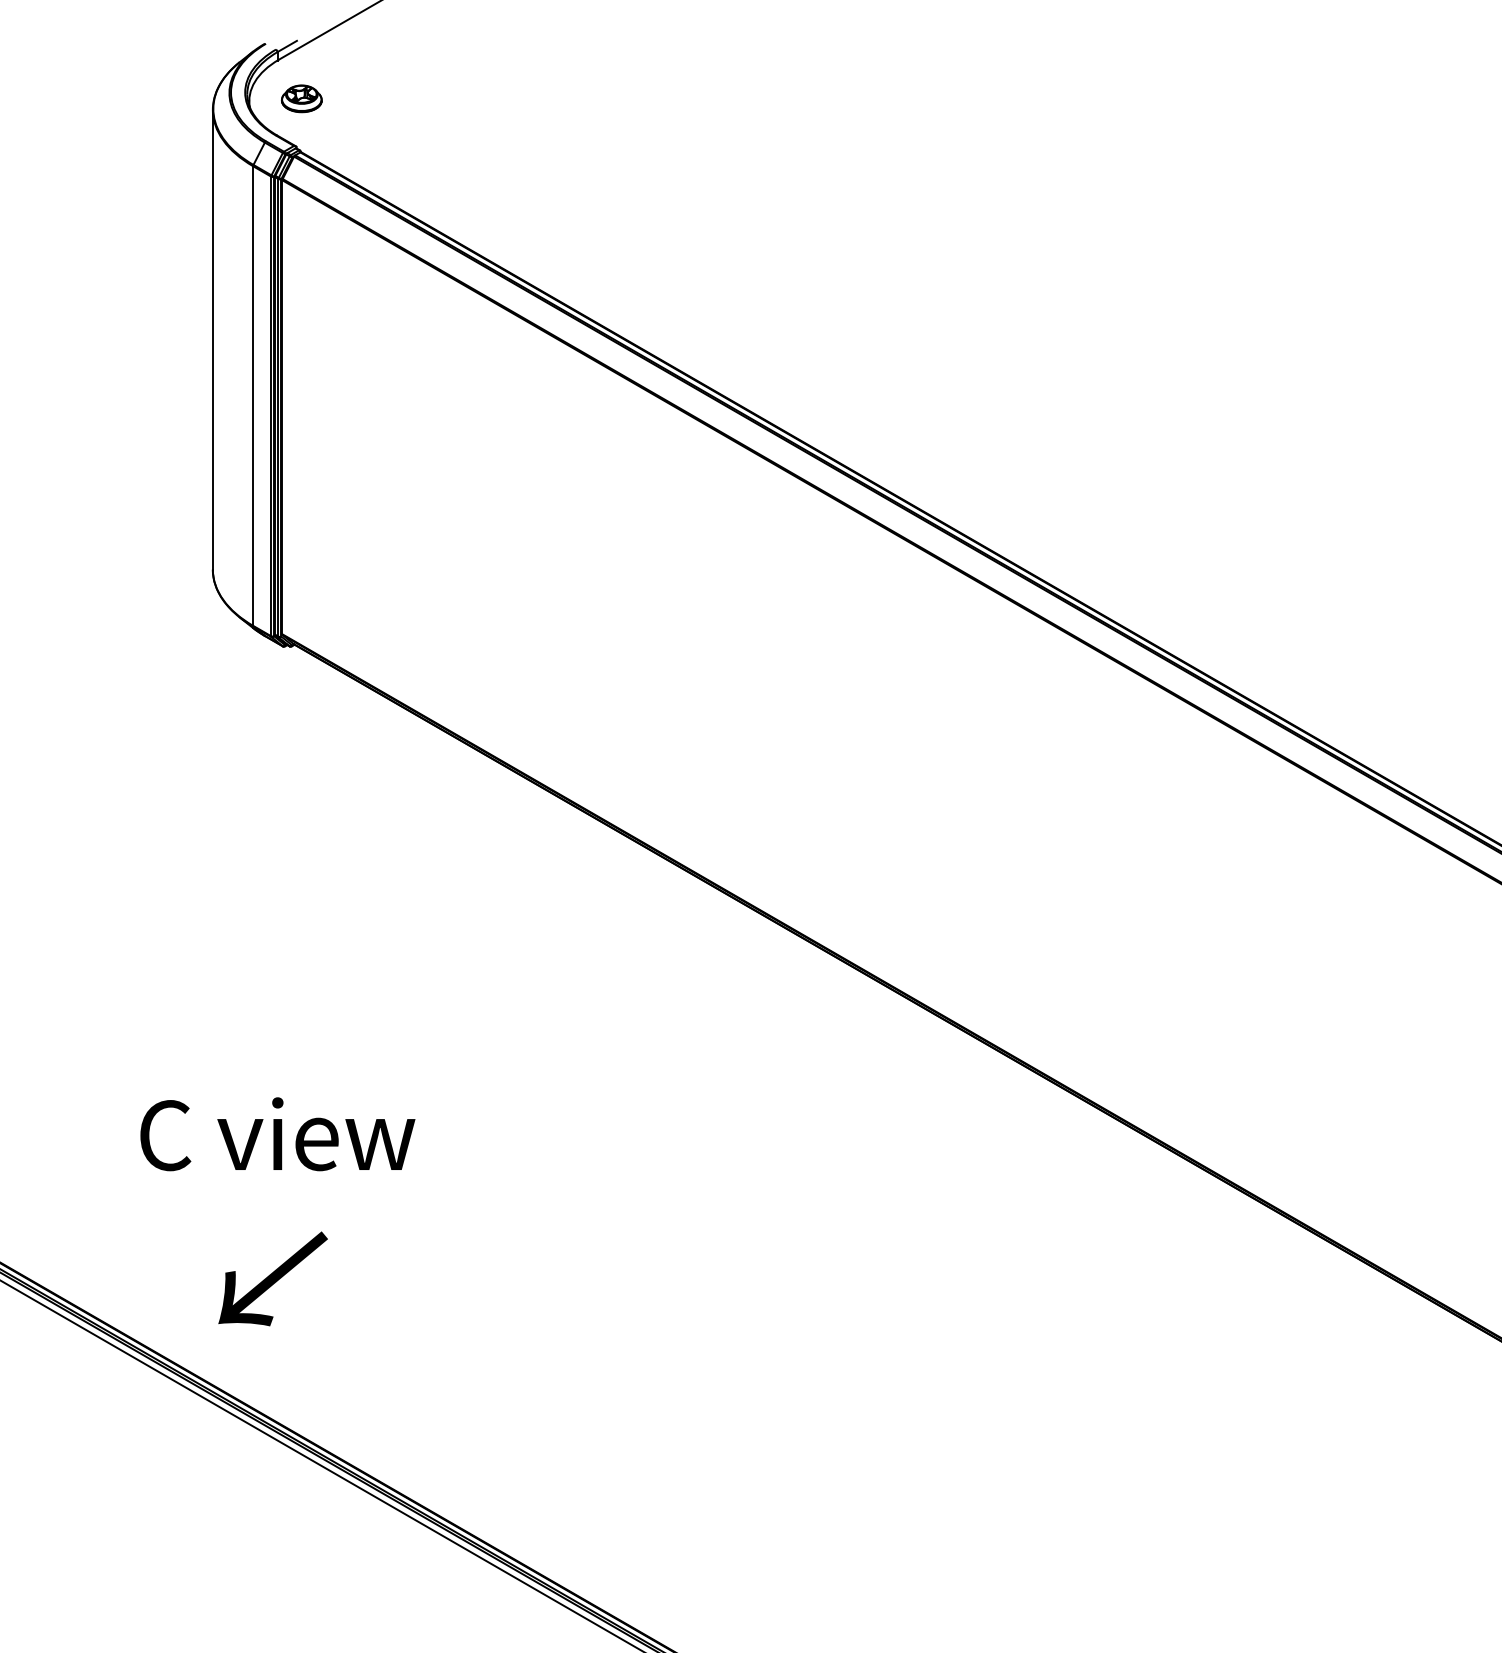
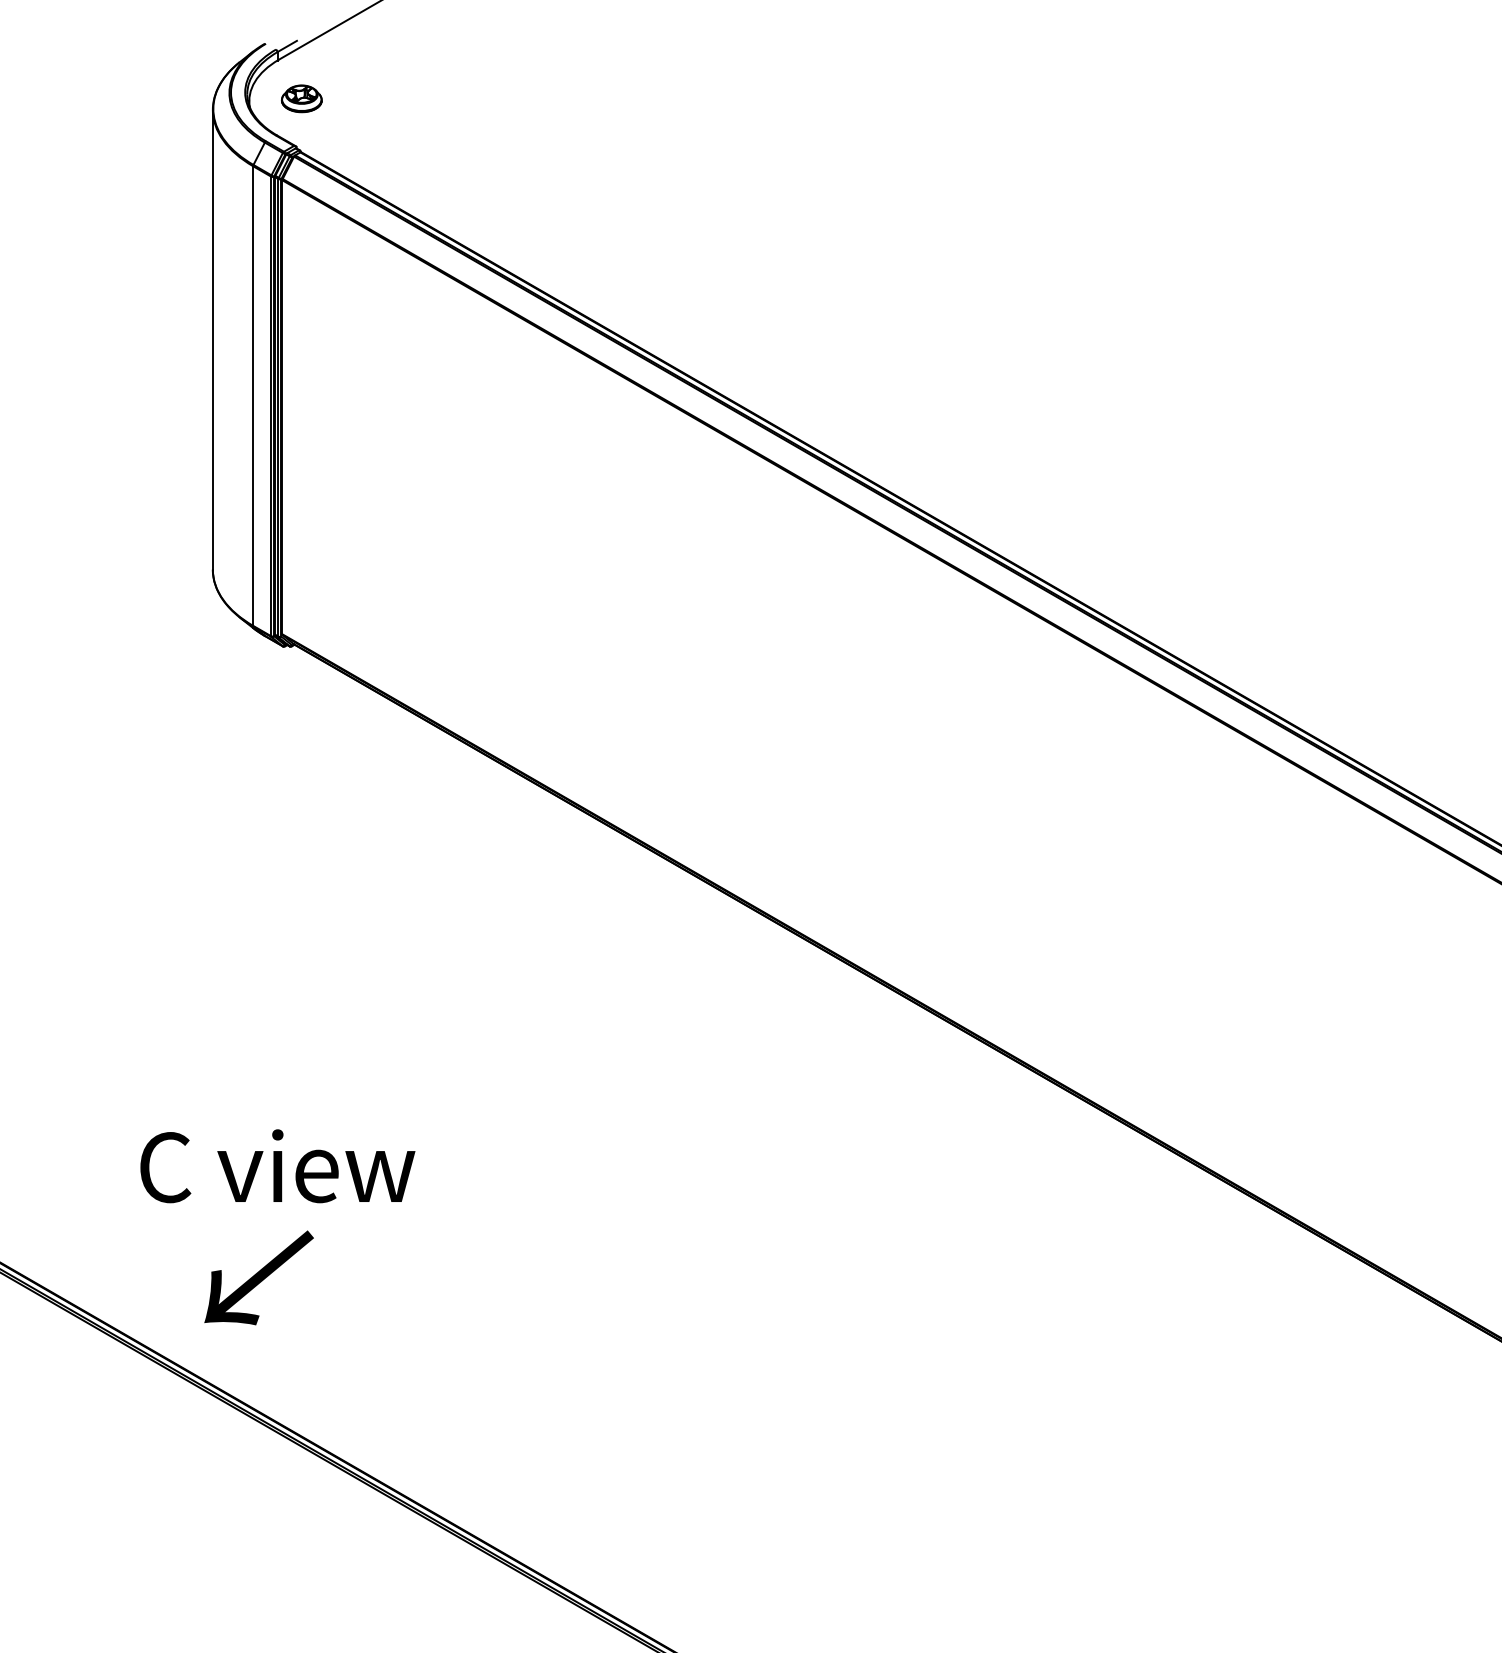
text at (277, 1134) position: (277, 1134) -> (277, 1166)
text at (272, 1278) position: (272, 1278) -> (258, 1277)
line at (320, 1465): present -> none
